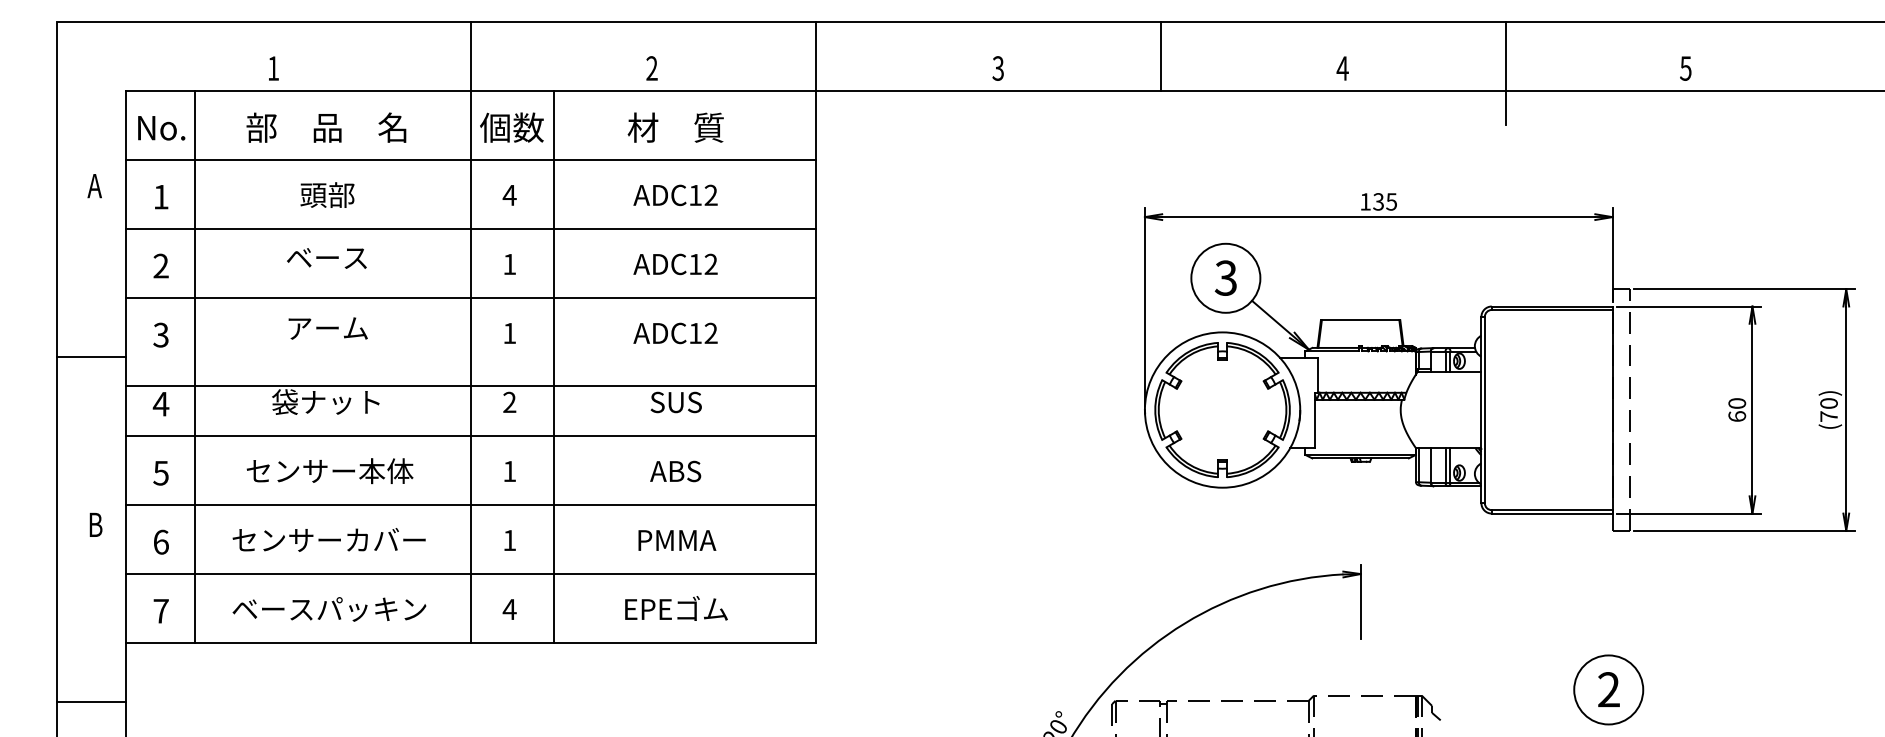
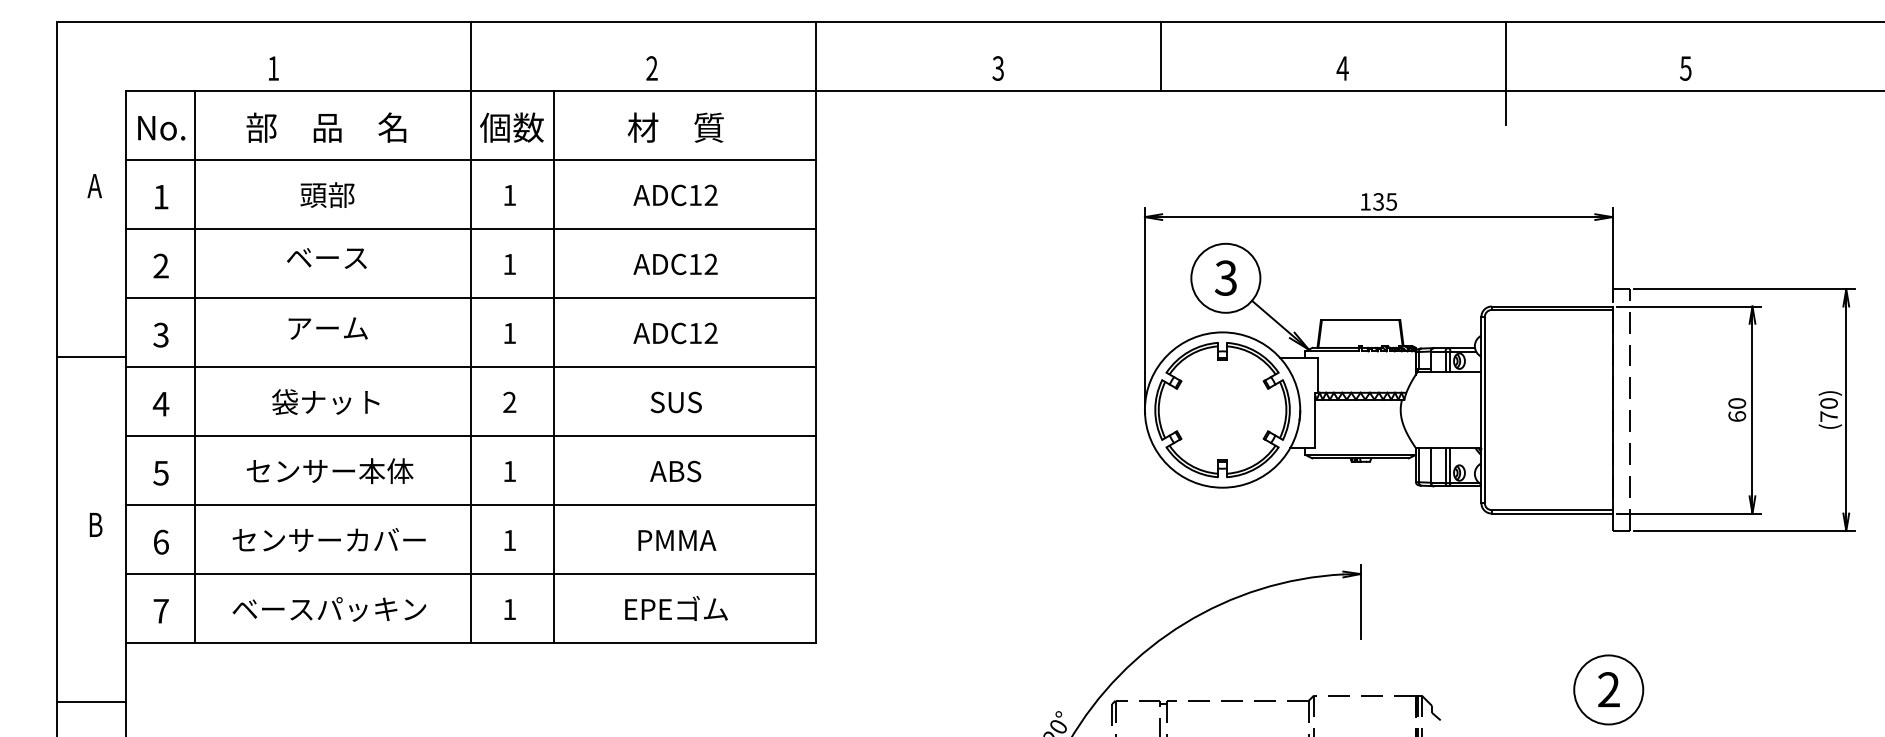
text at (509, 195): 4 -> 1
line at (470, 386) position: (470, 386) -> (470, 367)
text at (509, 609): 4 -> 1
